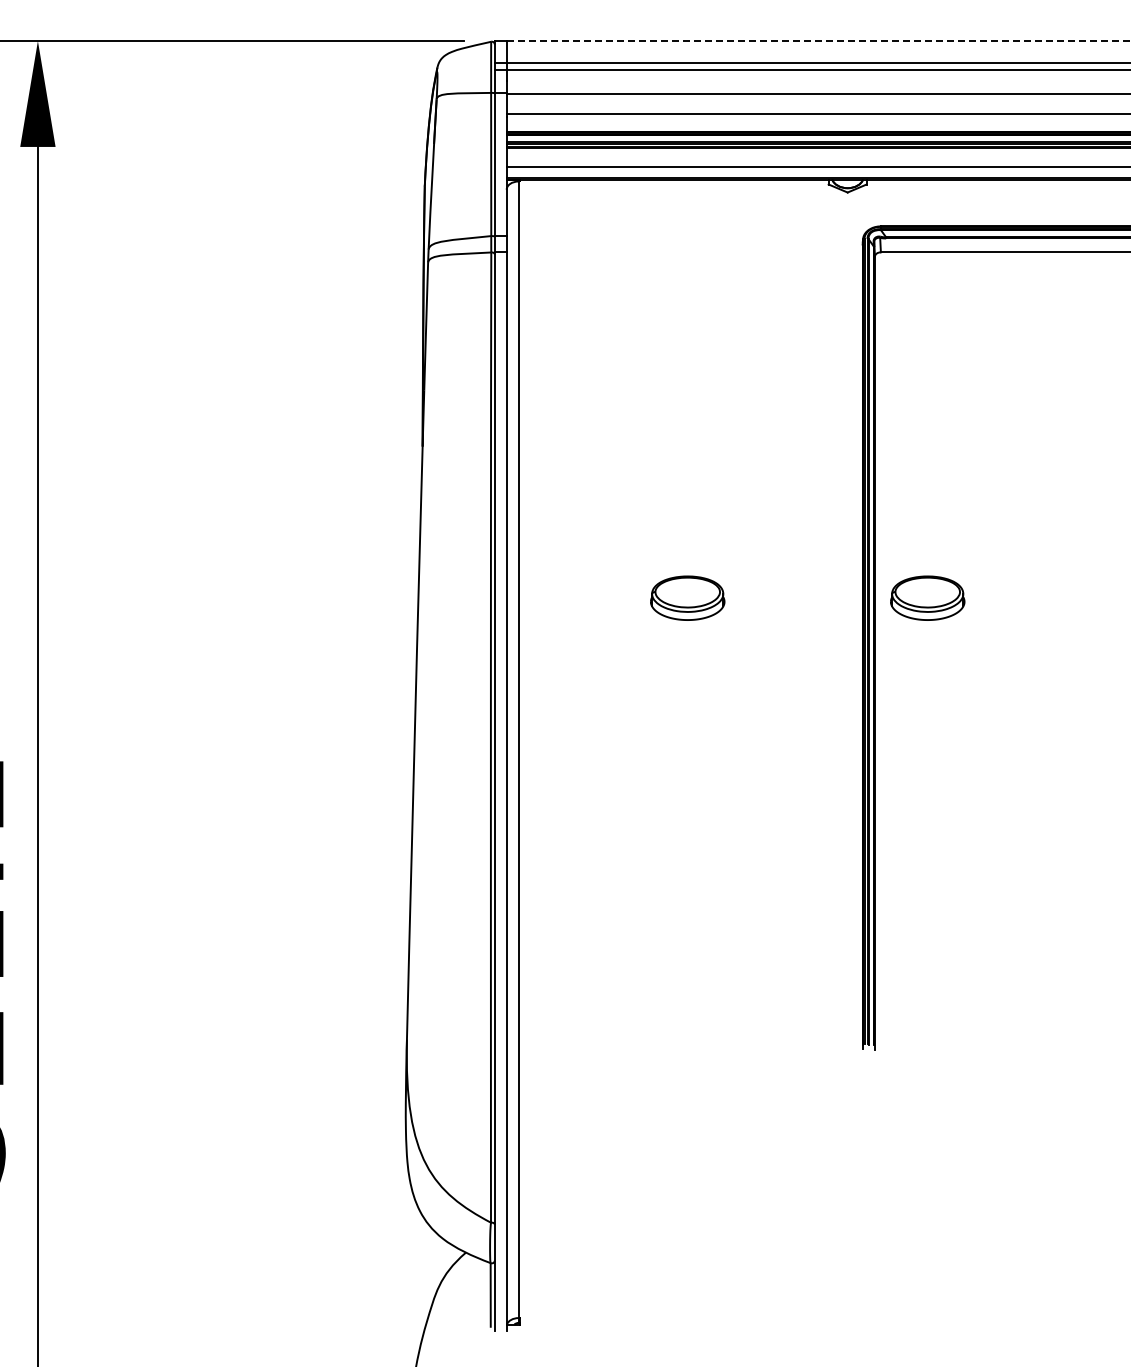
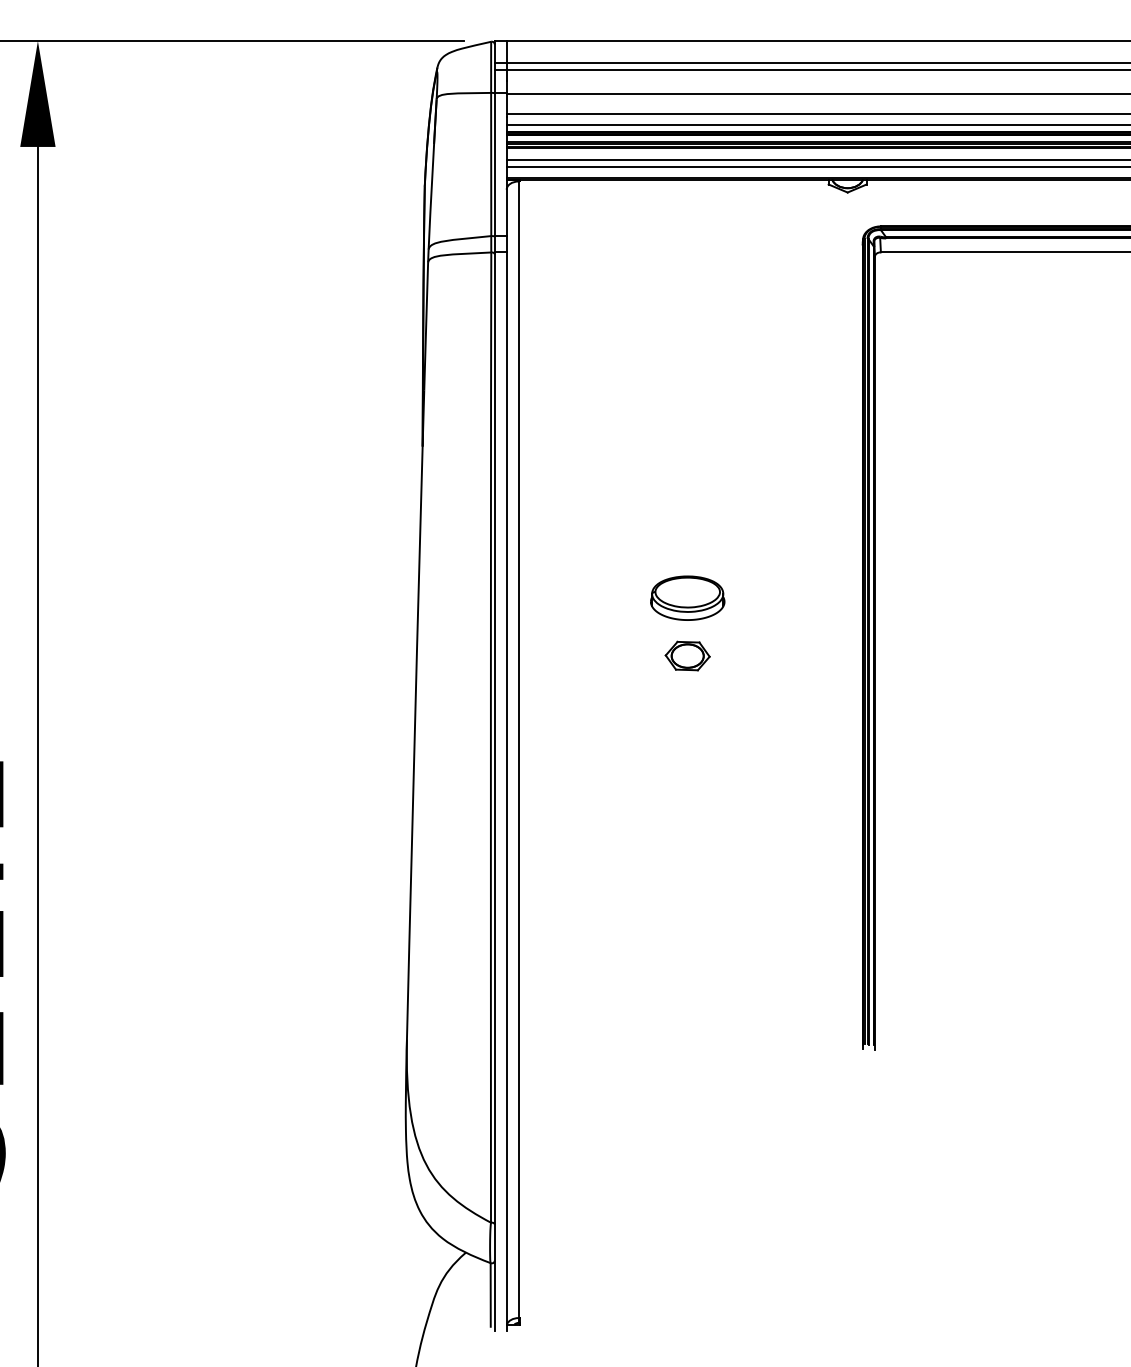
line at (818, 41): dashed -> solid
line at (816, 125): none -> present
line at (816, 159): none -> present
part at (927, 597): present -> none
part at (687, 655): none -> present
